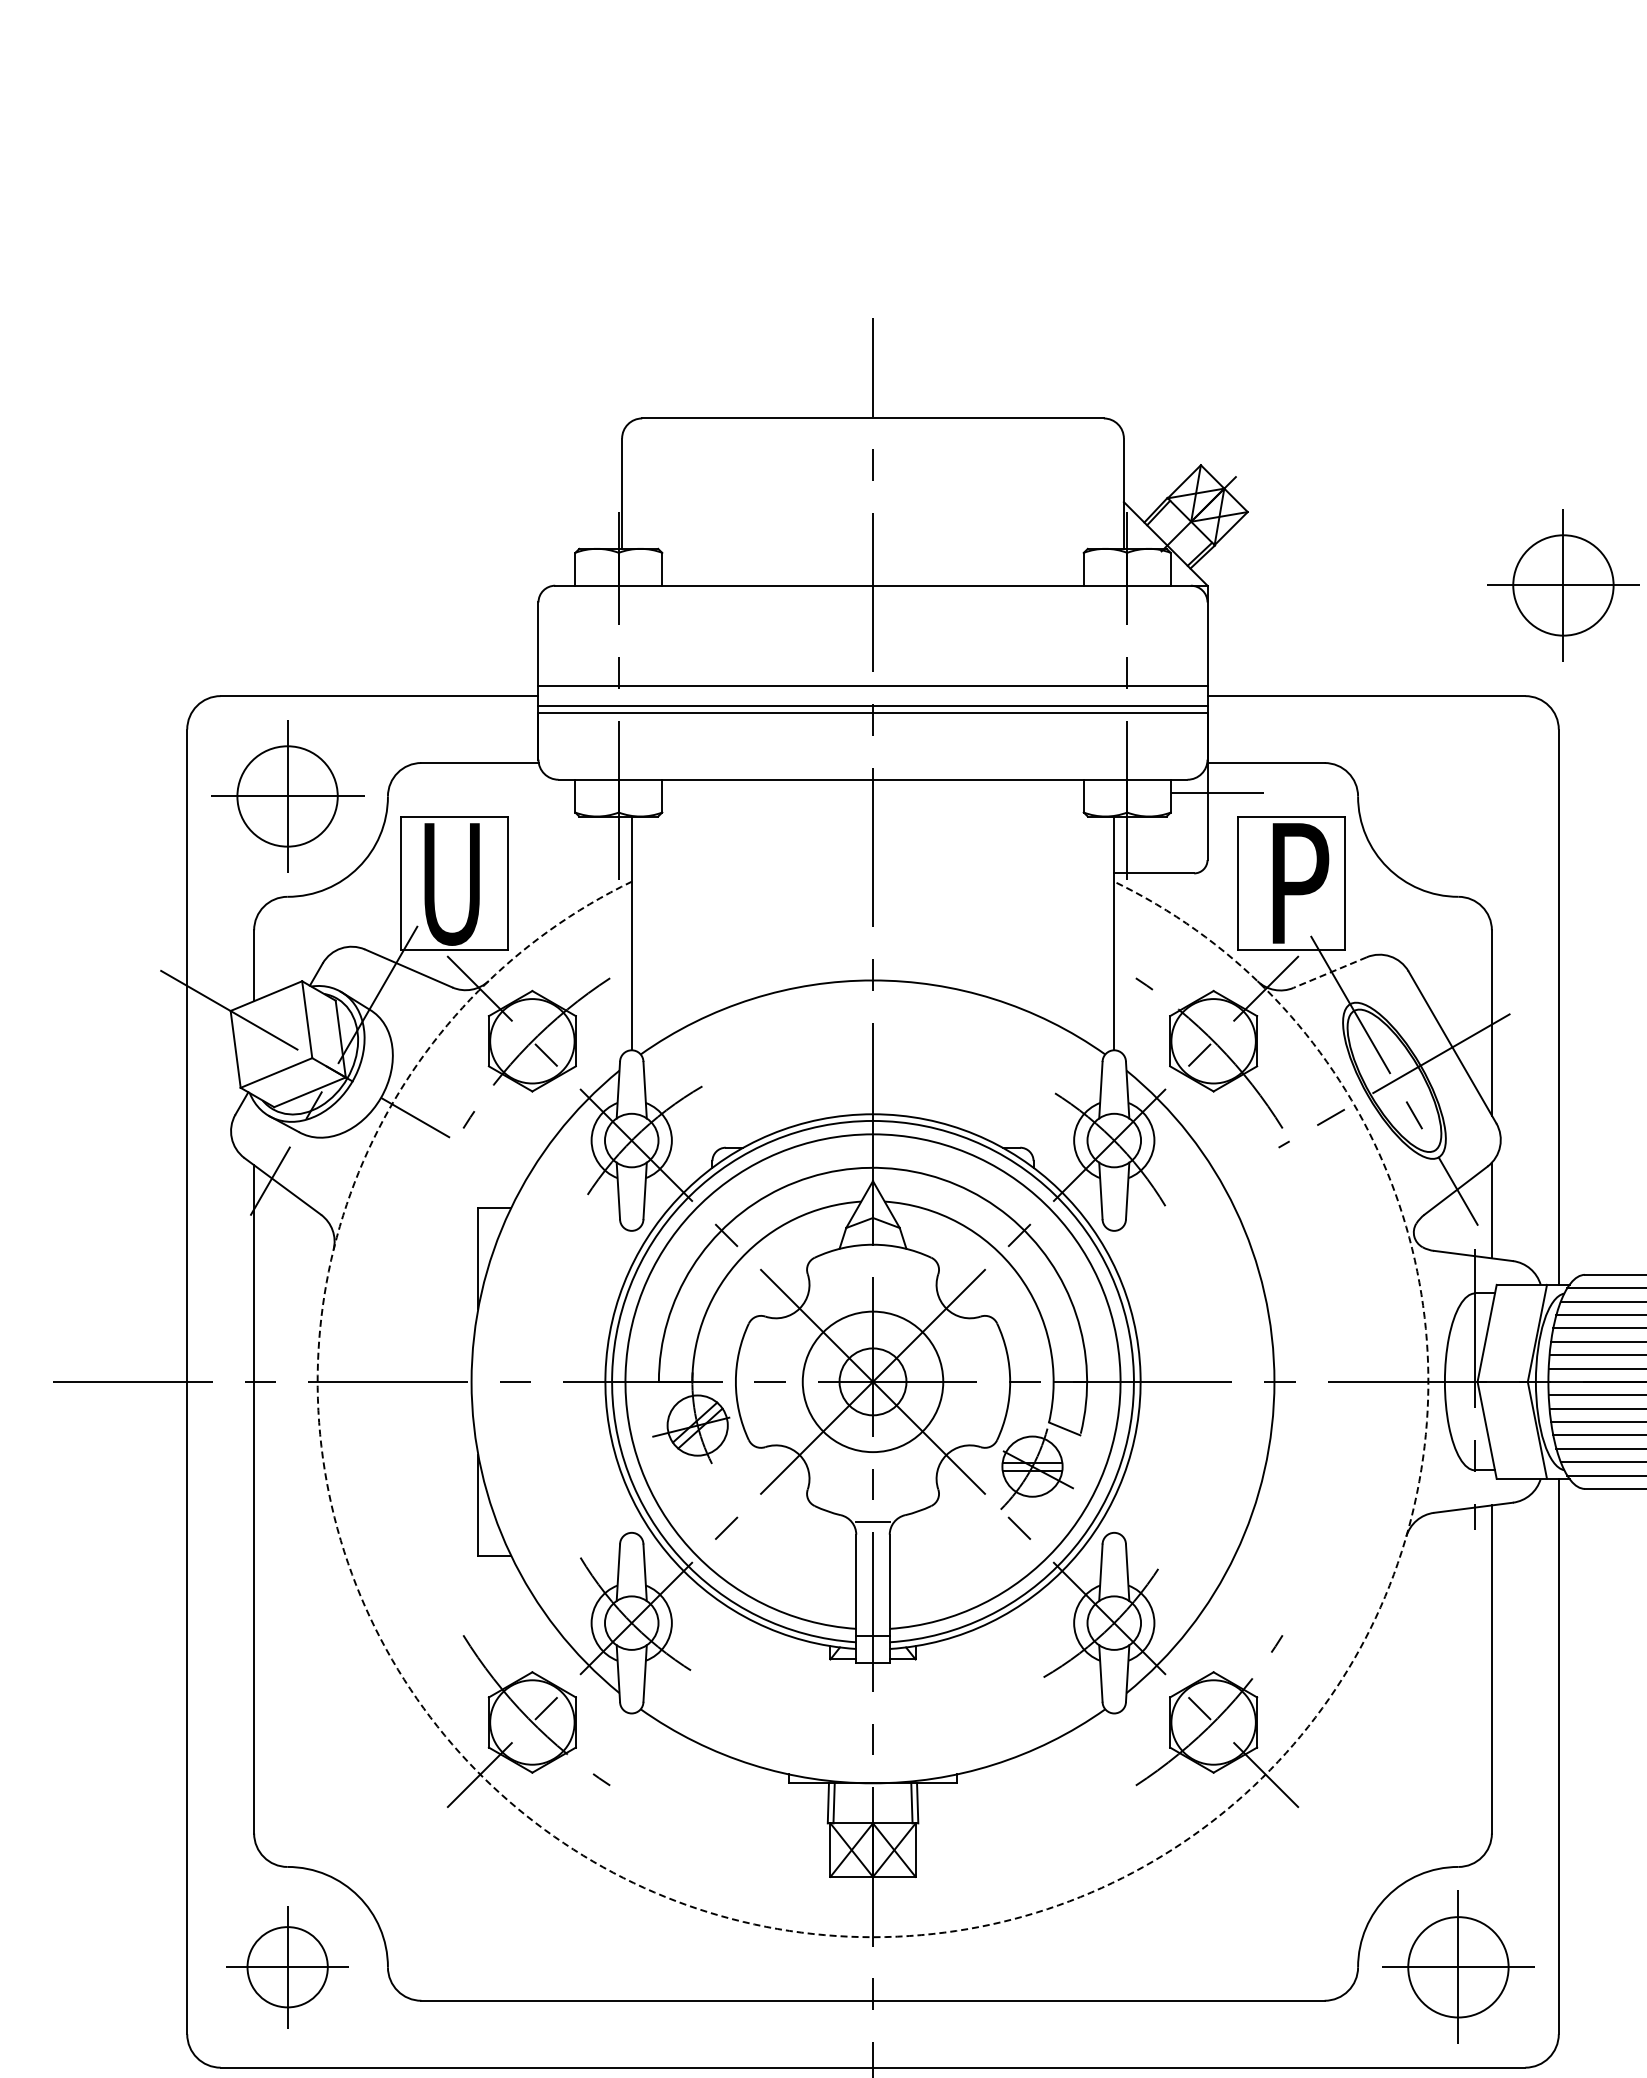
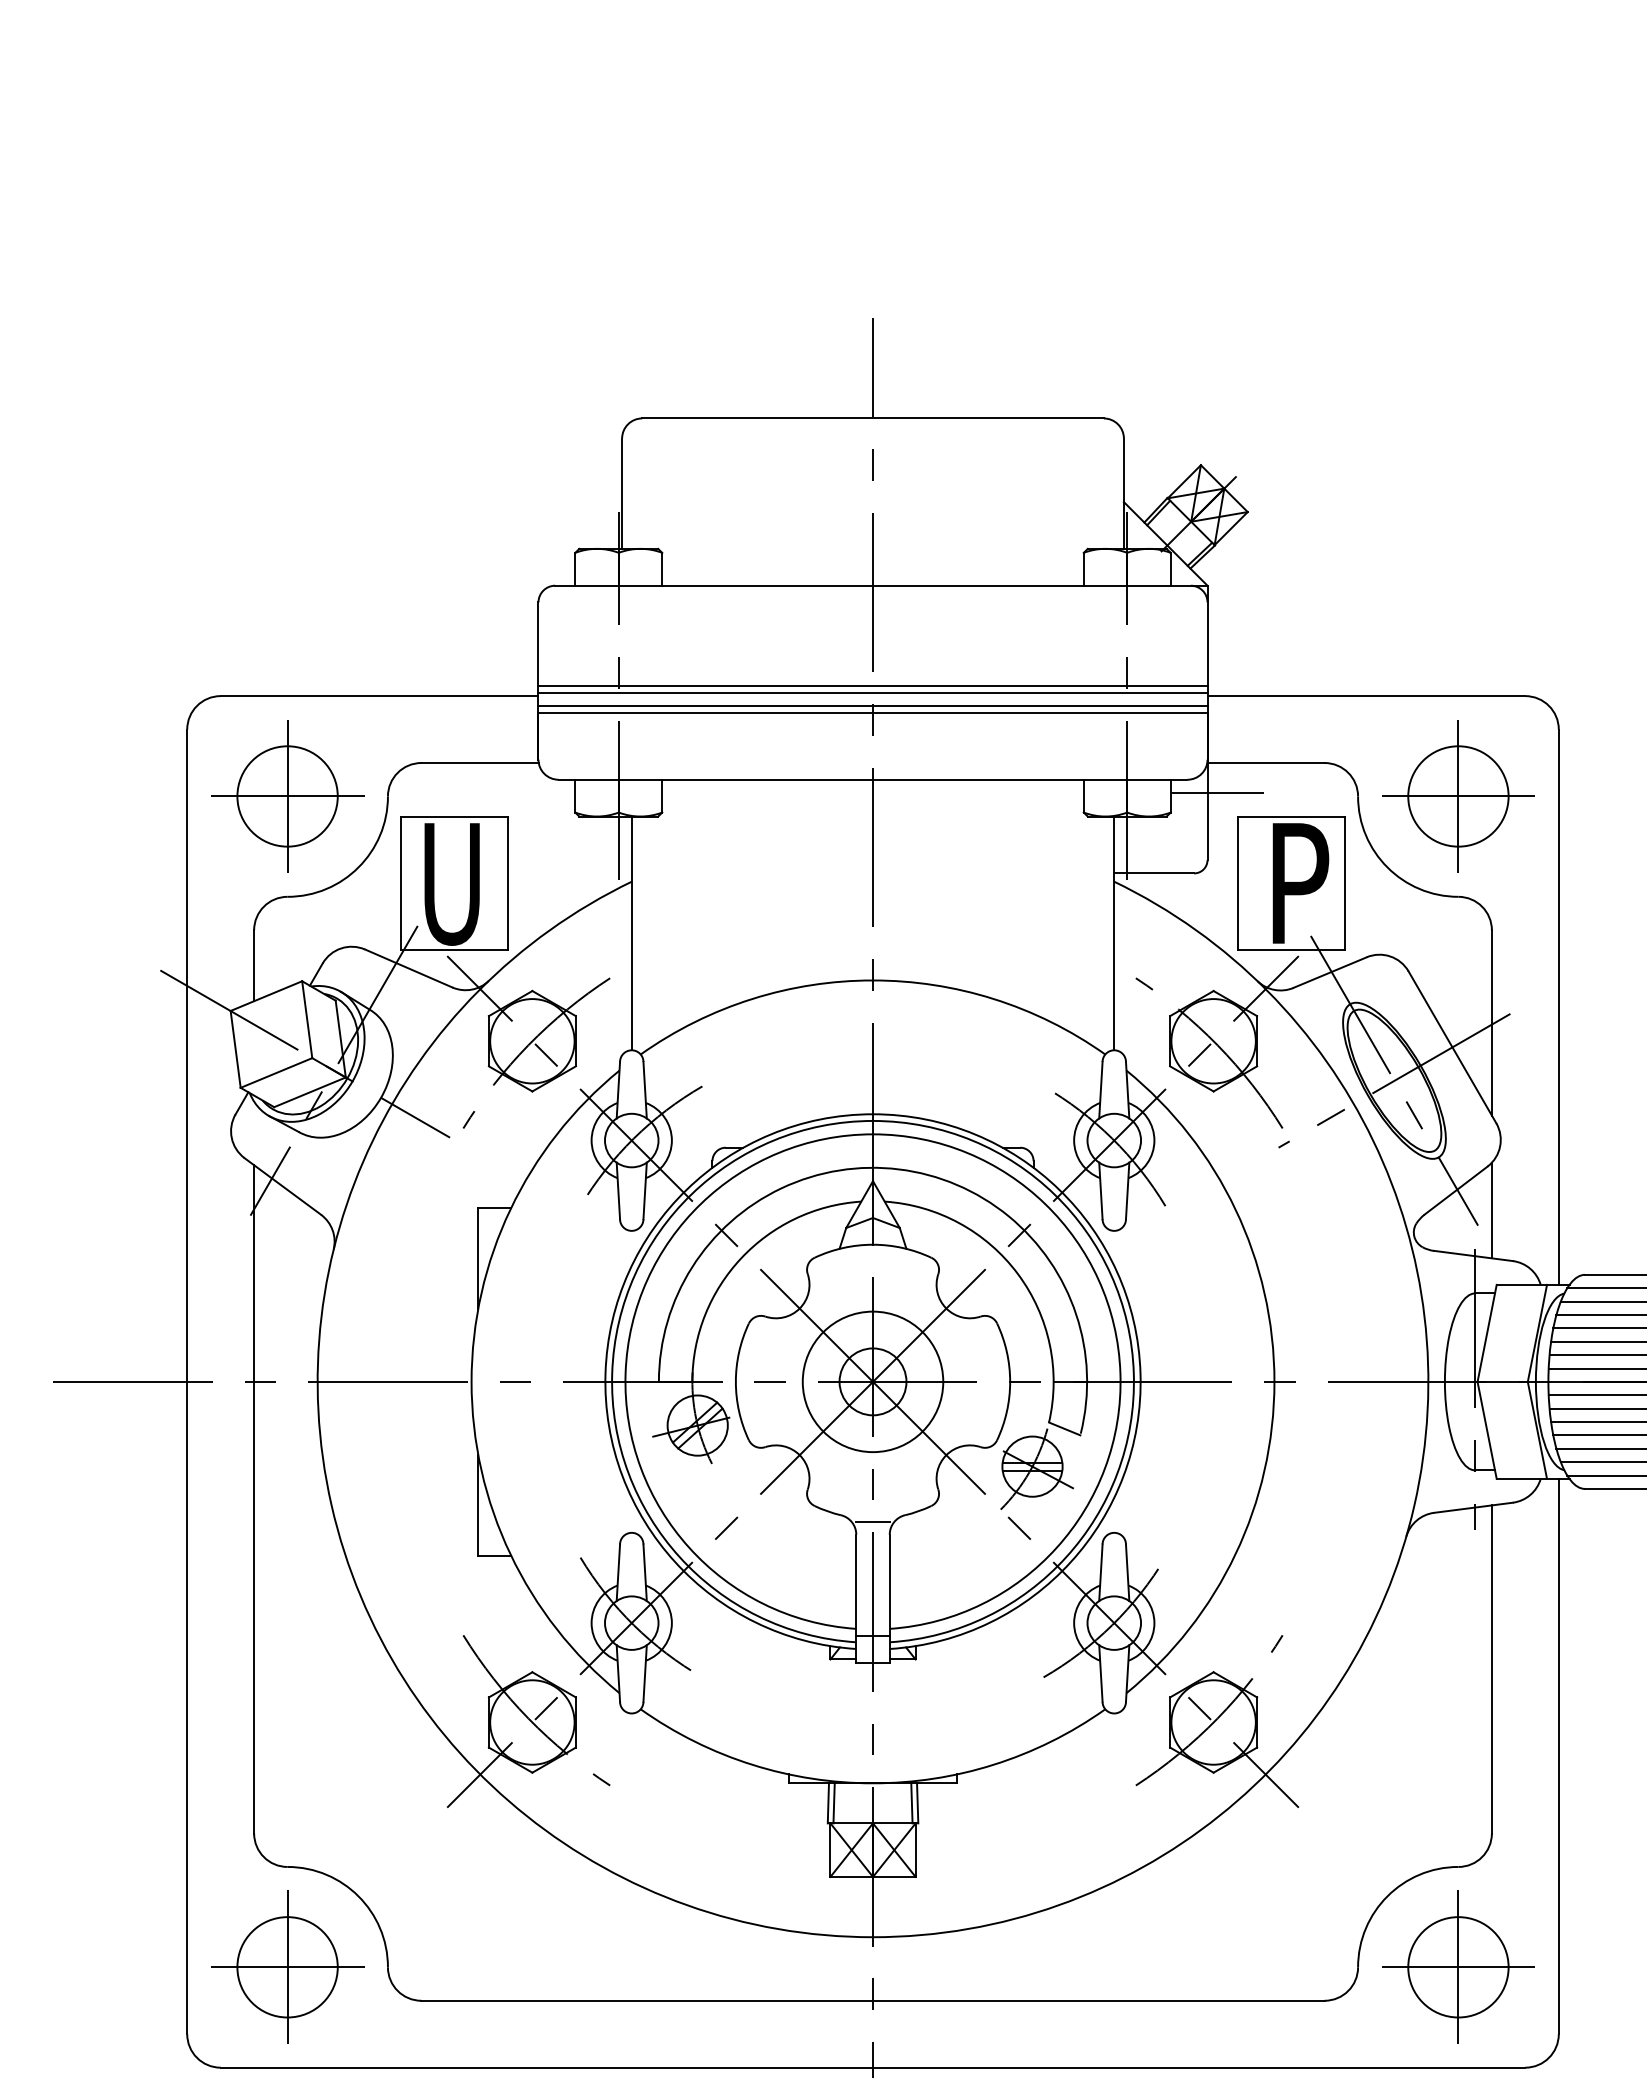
part at (1563, 585) position: (1563, 585) -> (1458, 796)
line at (872, 692): none -> present
line at (1330, 972): dashed -> solid
arc at (873, 1937): dashed -> solid
part at (287, 1967) size: 123x123 px -> 154x154 px
